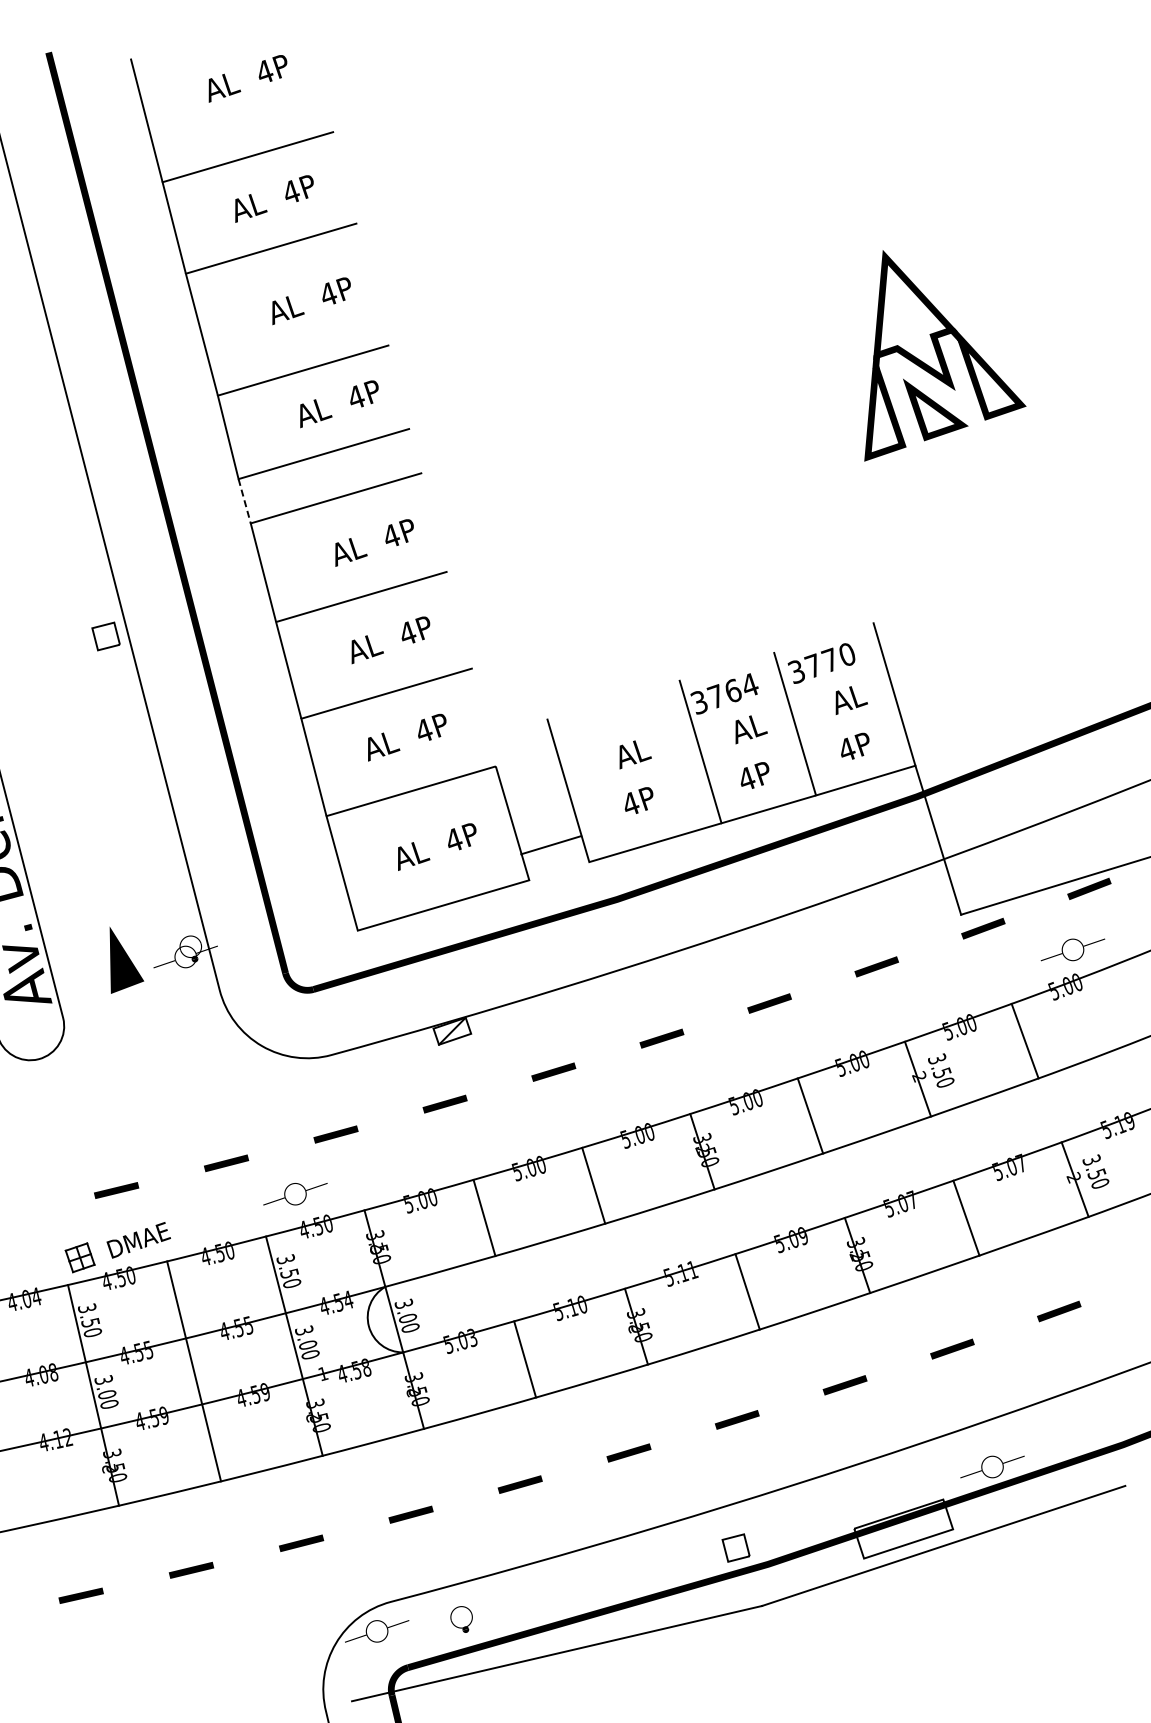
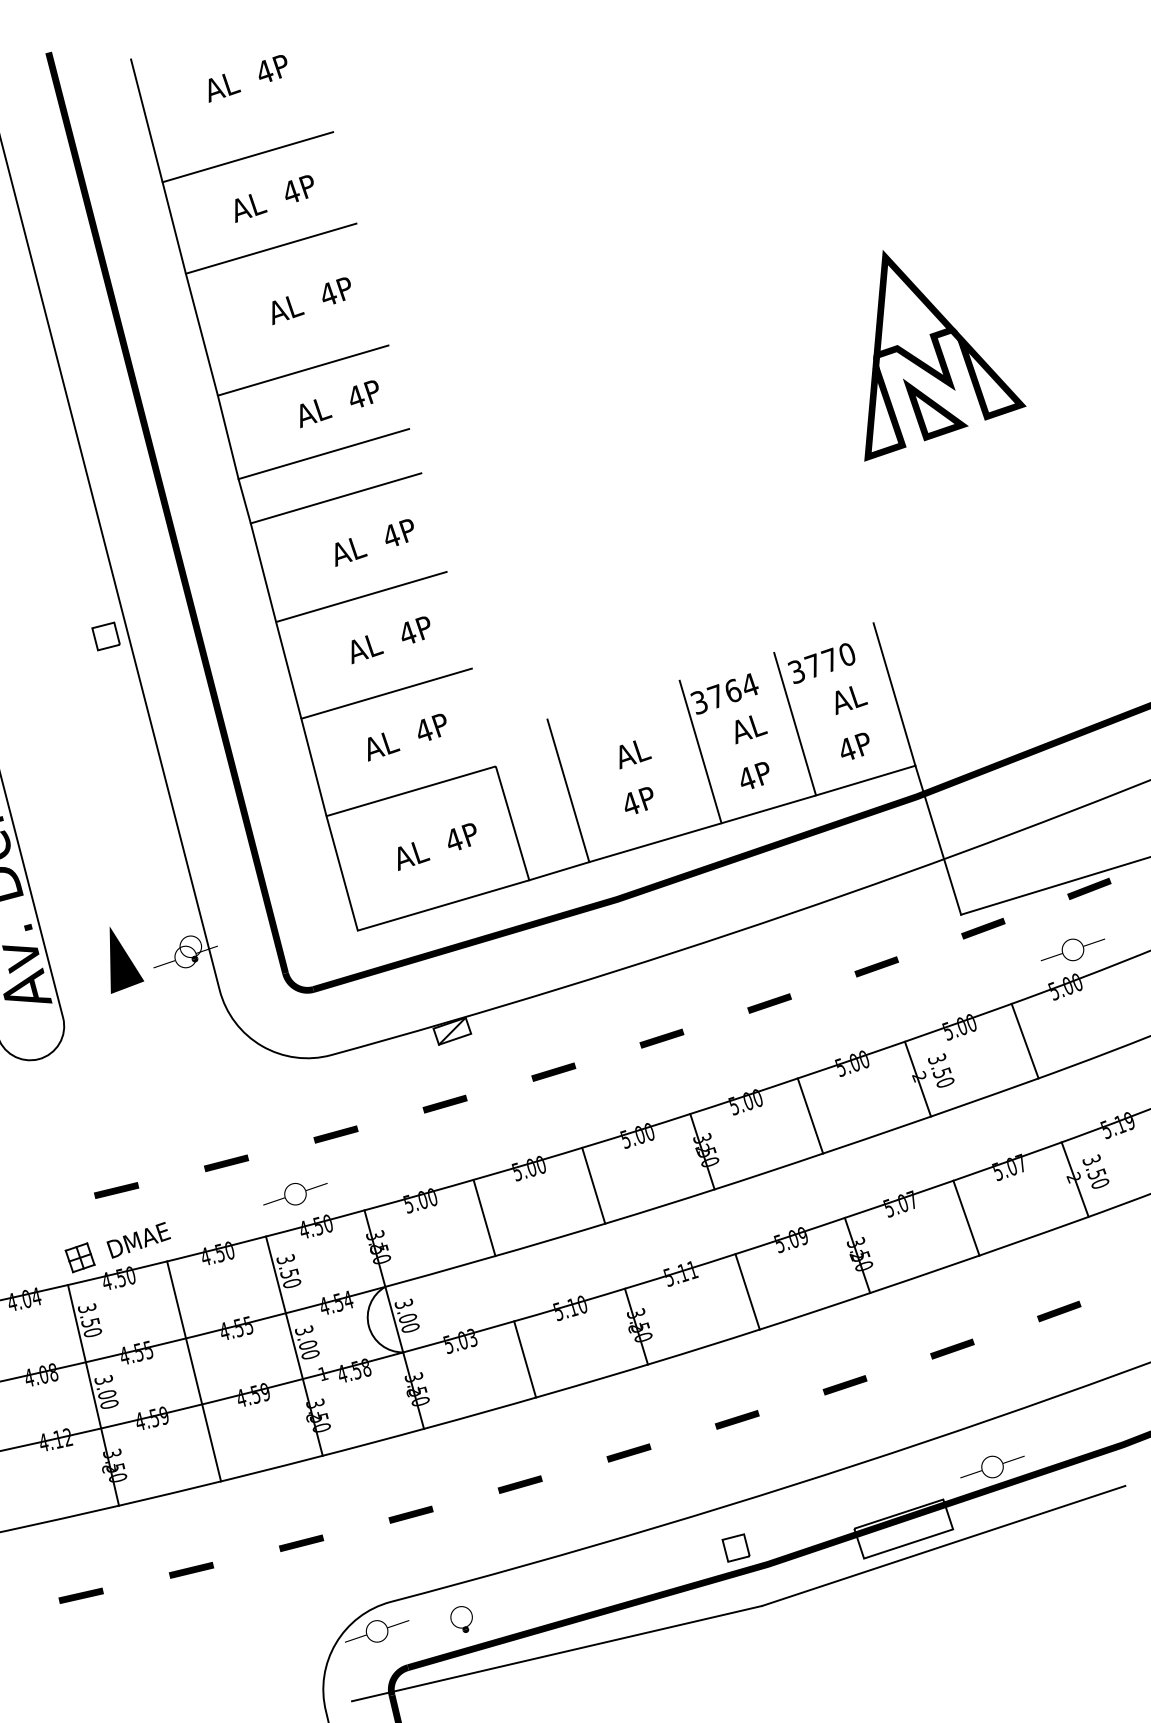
line at (244, 501): dashed -> solid
line at (551, 845) position: (551, 845) -> (559, 871)
